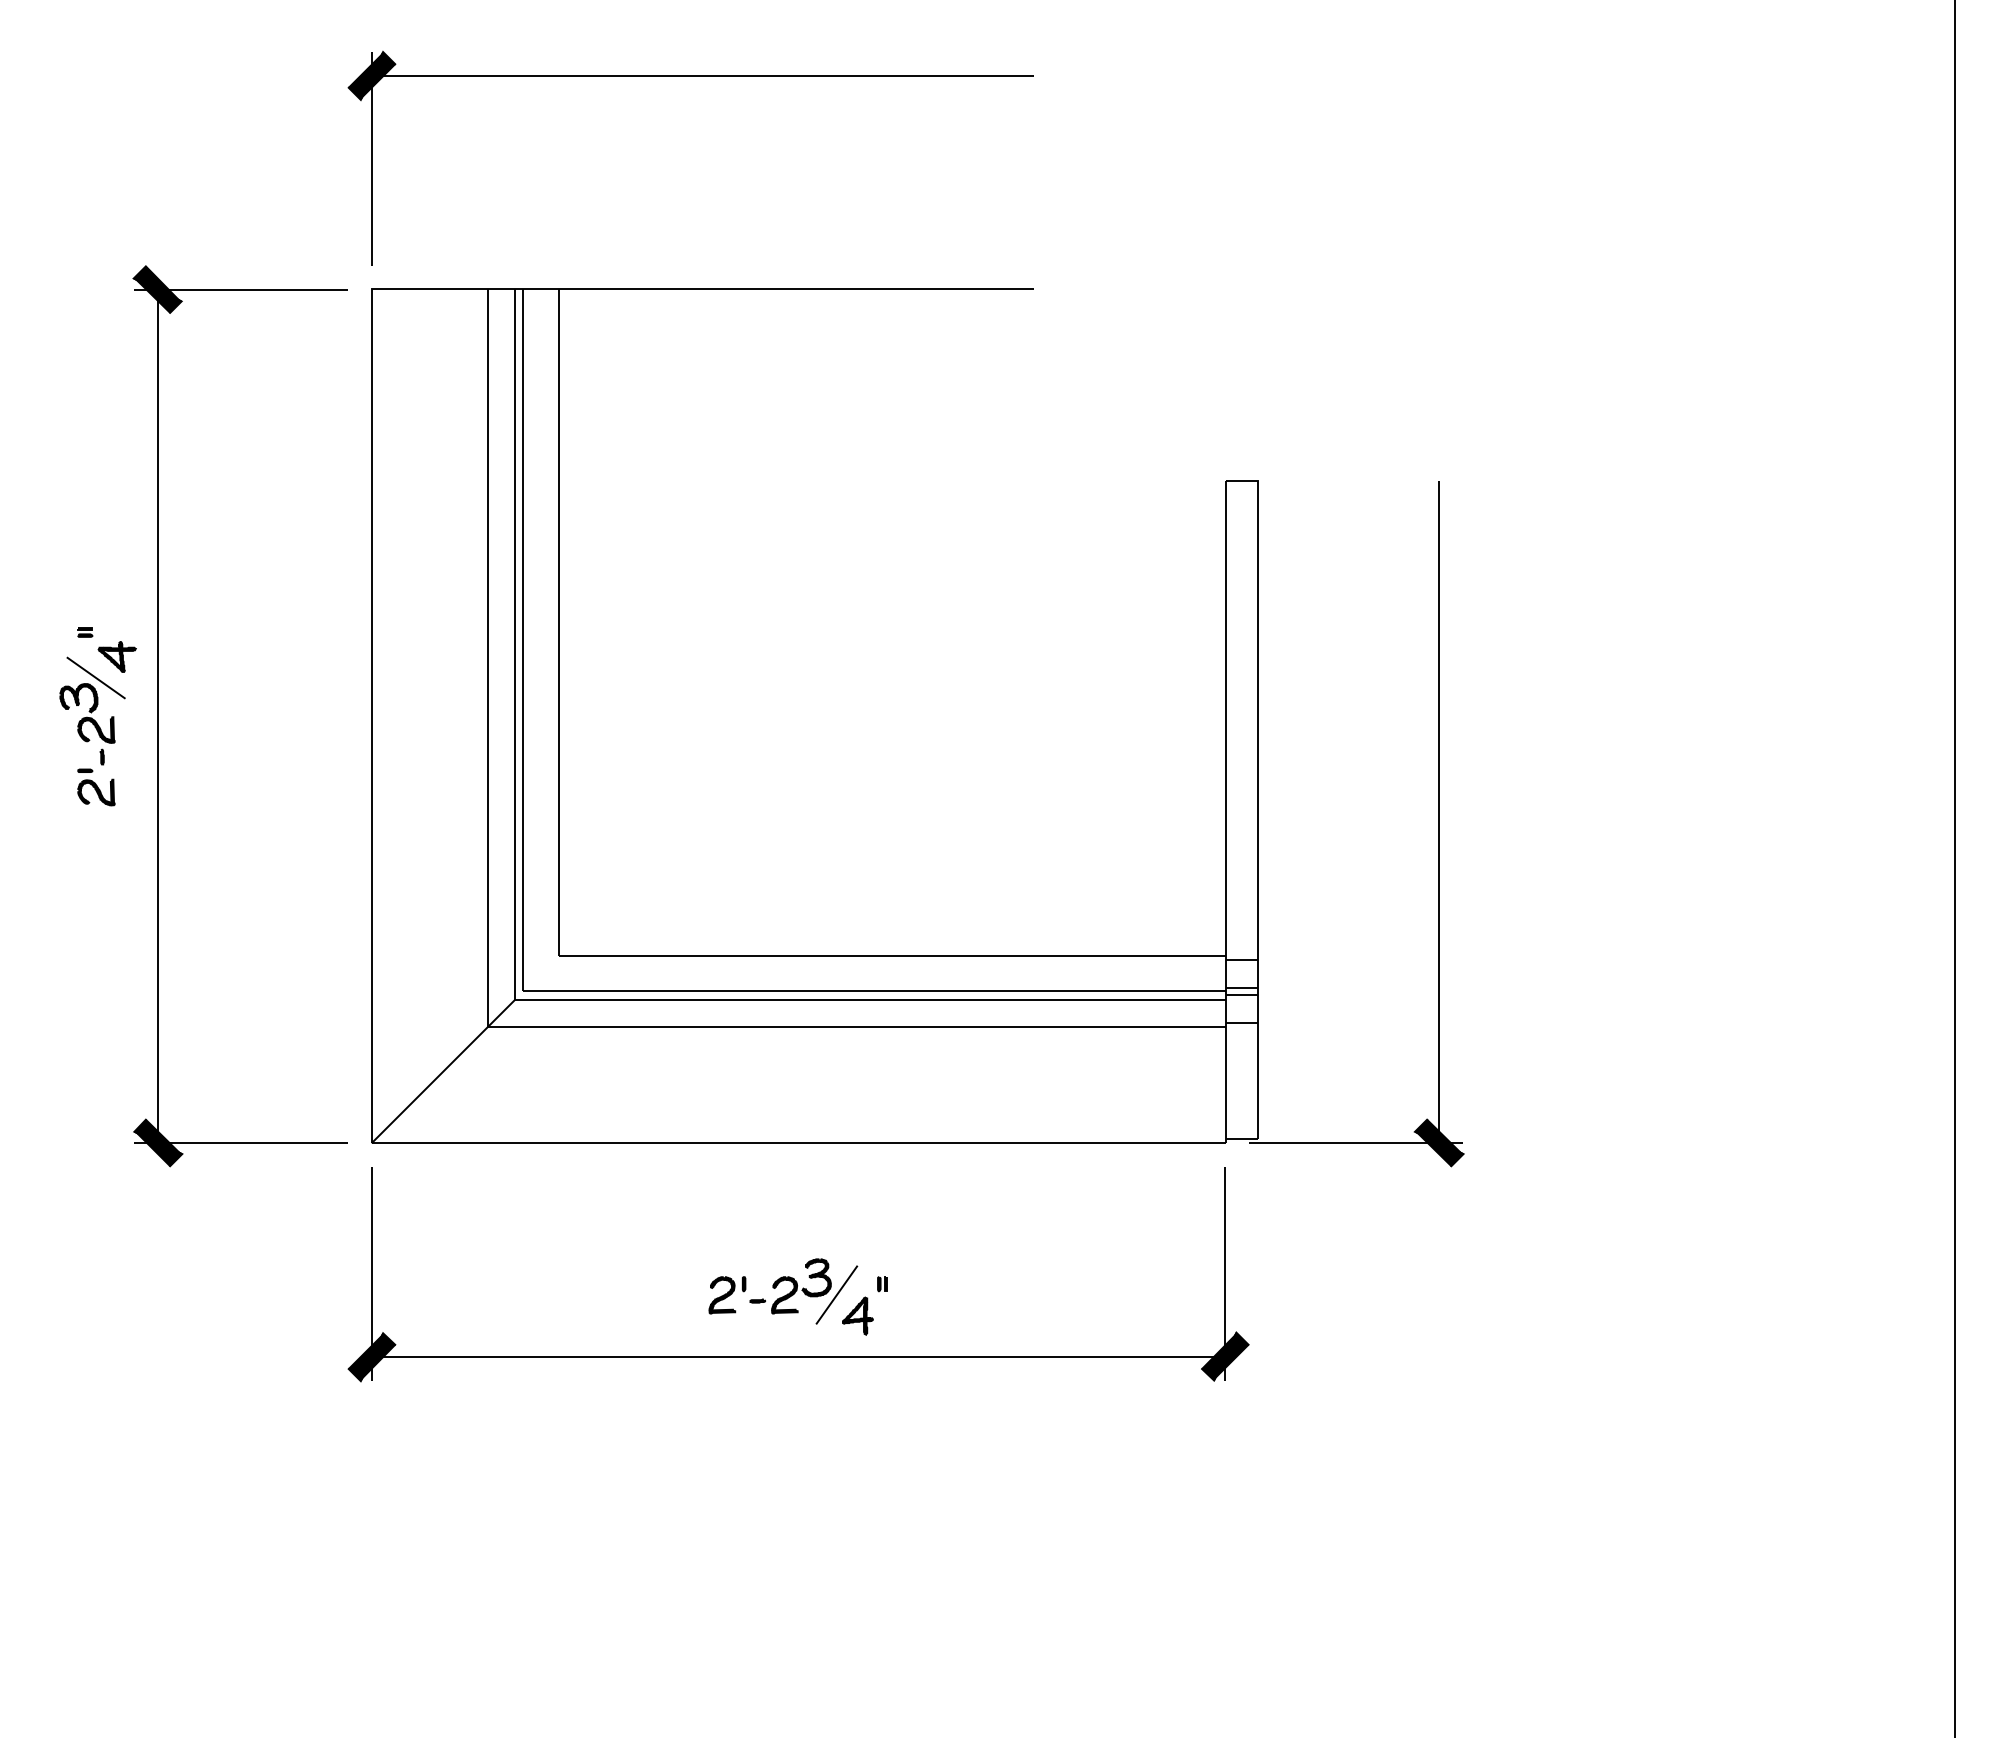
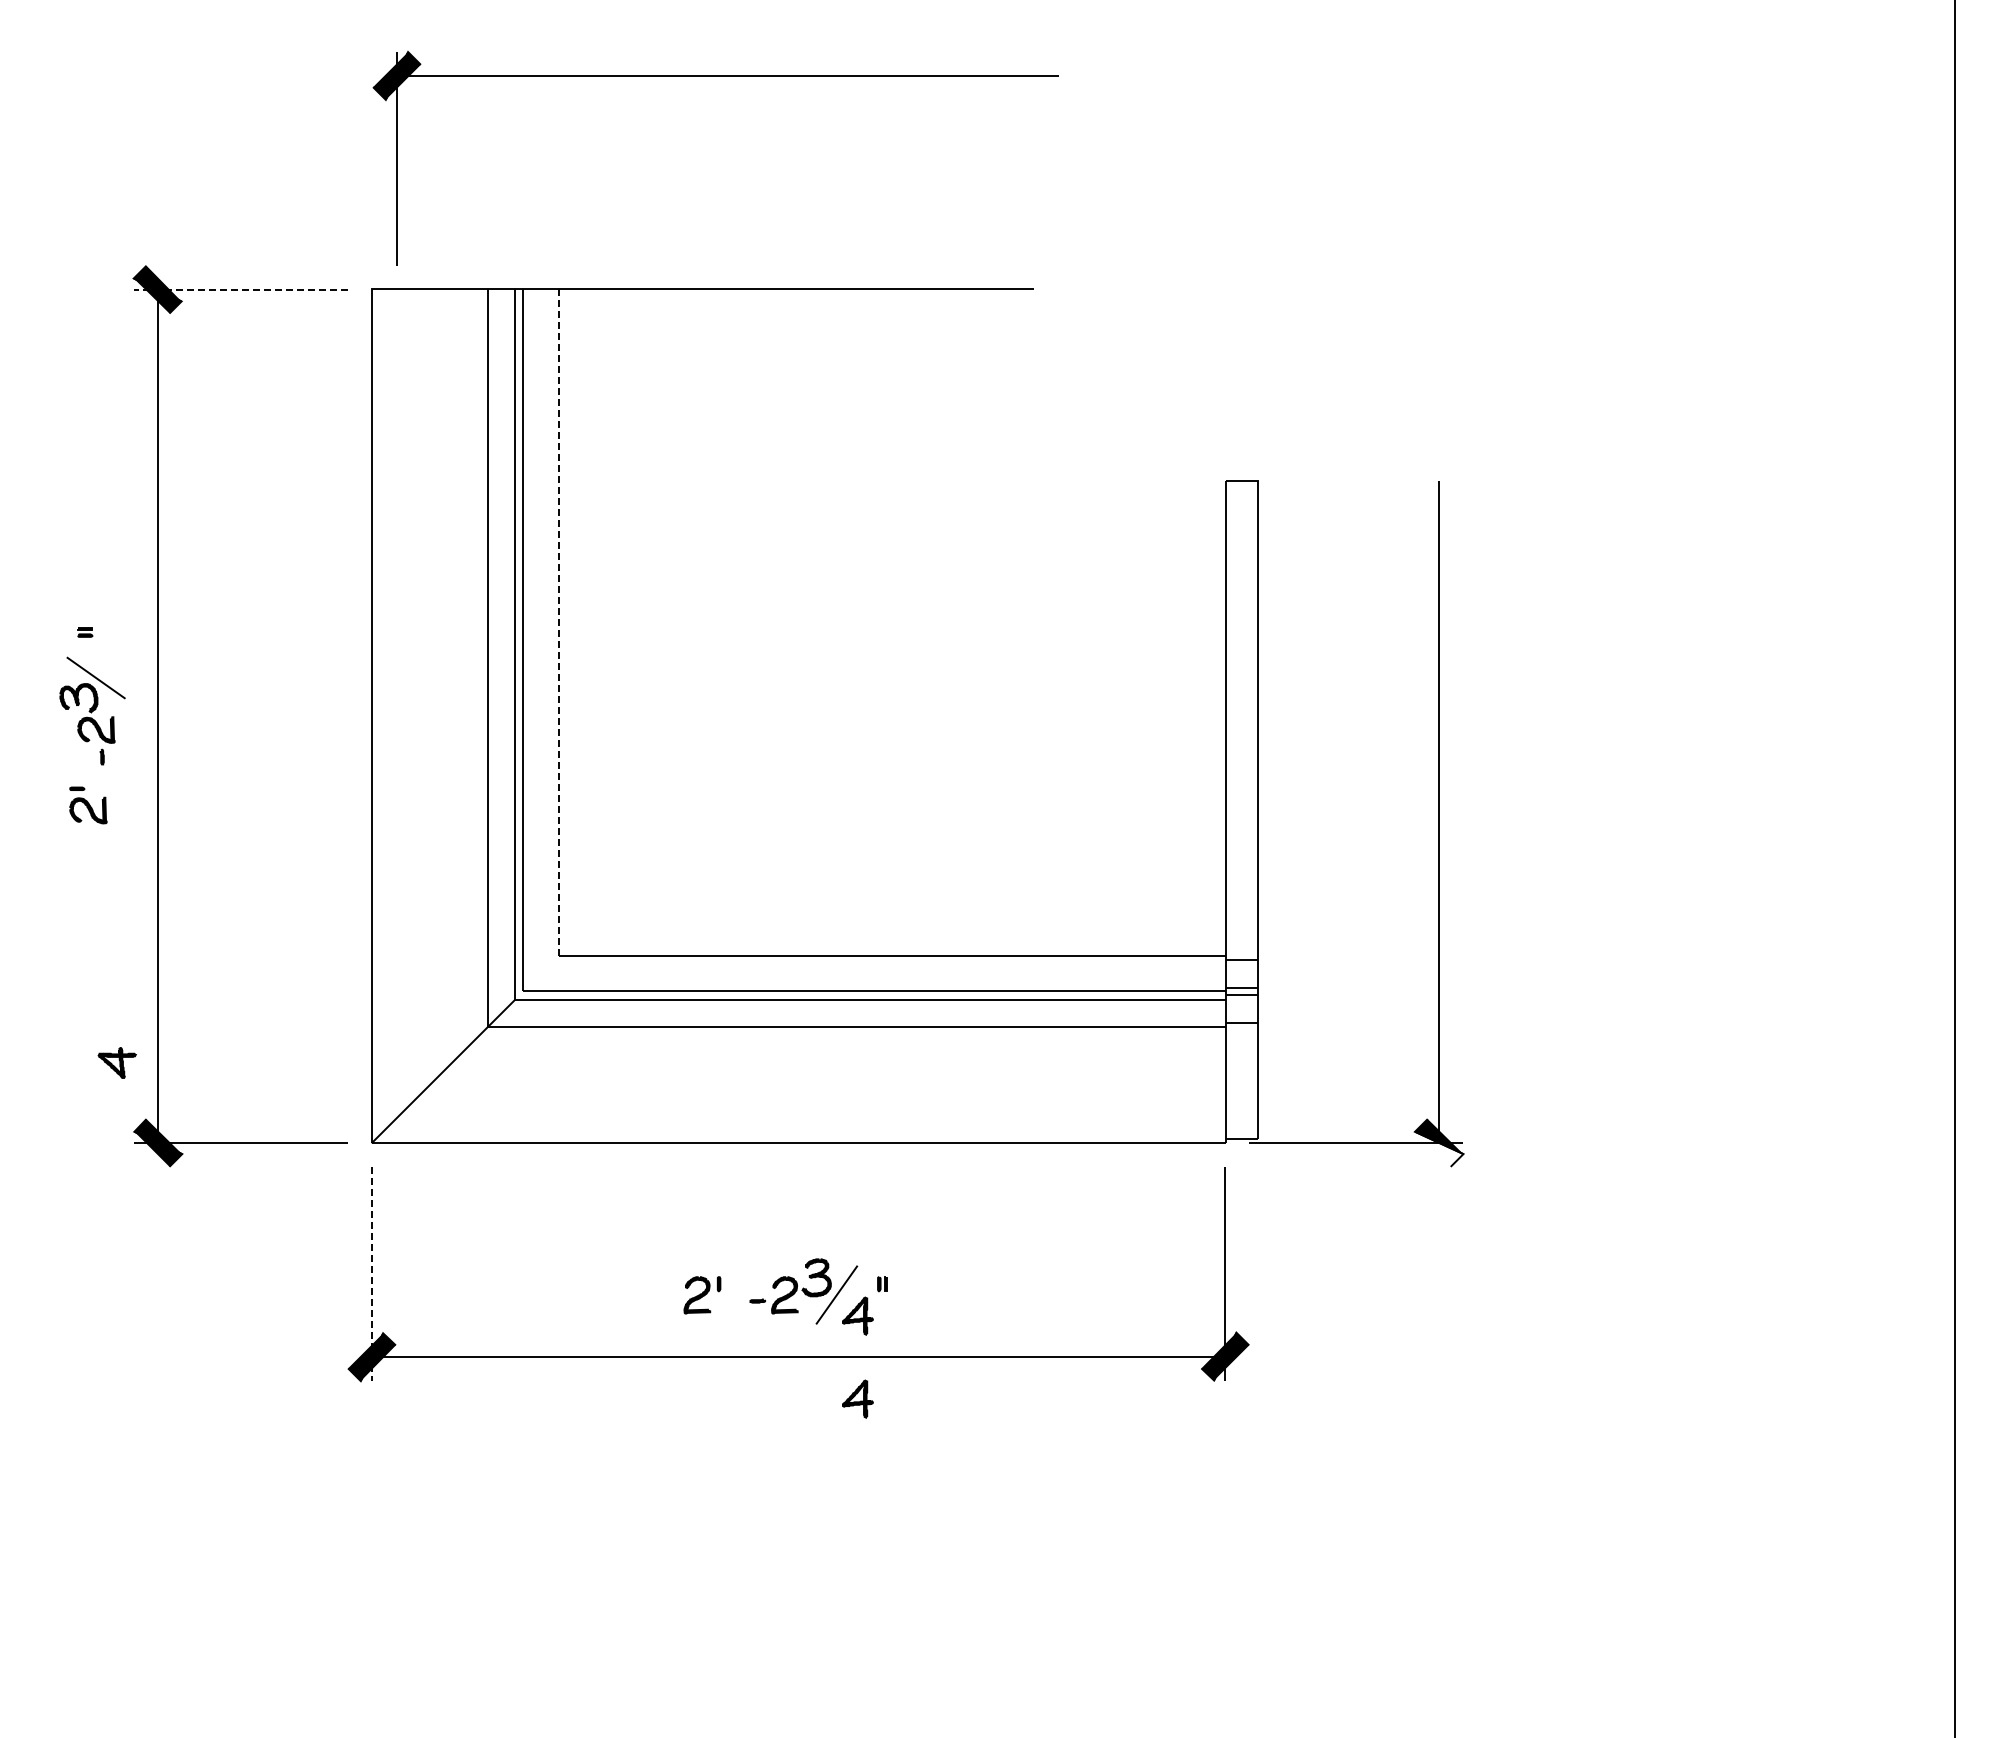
part at (690, 76) position: (690, 76) -> (715, 76)
line at (240, 289): solid -> dashed
line at (559, 622): solid -> dashed
part at (116, 656) position: (116, 656) -> (116, 1062)
part at (96, 787) position: (96, 787) -> (88, 805)
fill at (1439, 1148): present -> none
line at (372, 1274): solid -> dashed
part at (727, 1295) position: (727, 1295) -> (702, 1295)
part at (857, 1398): none -> present
